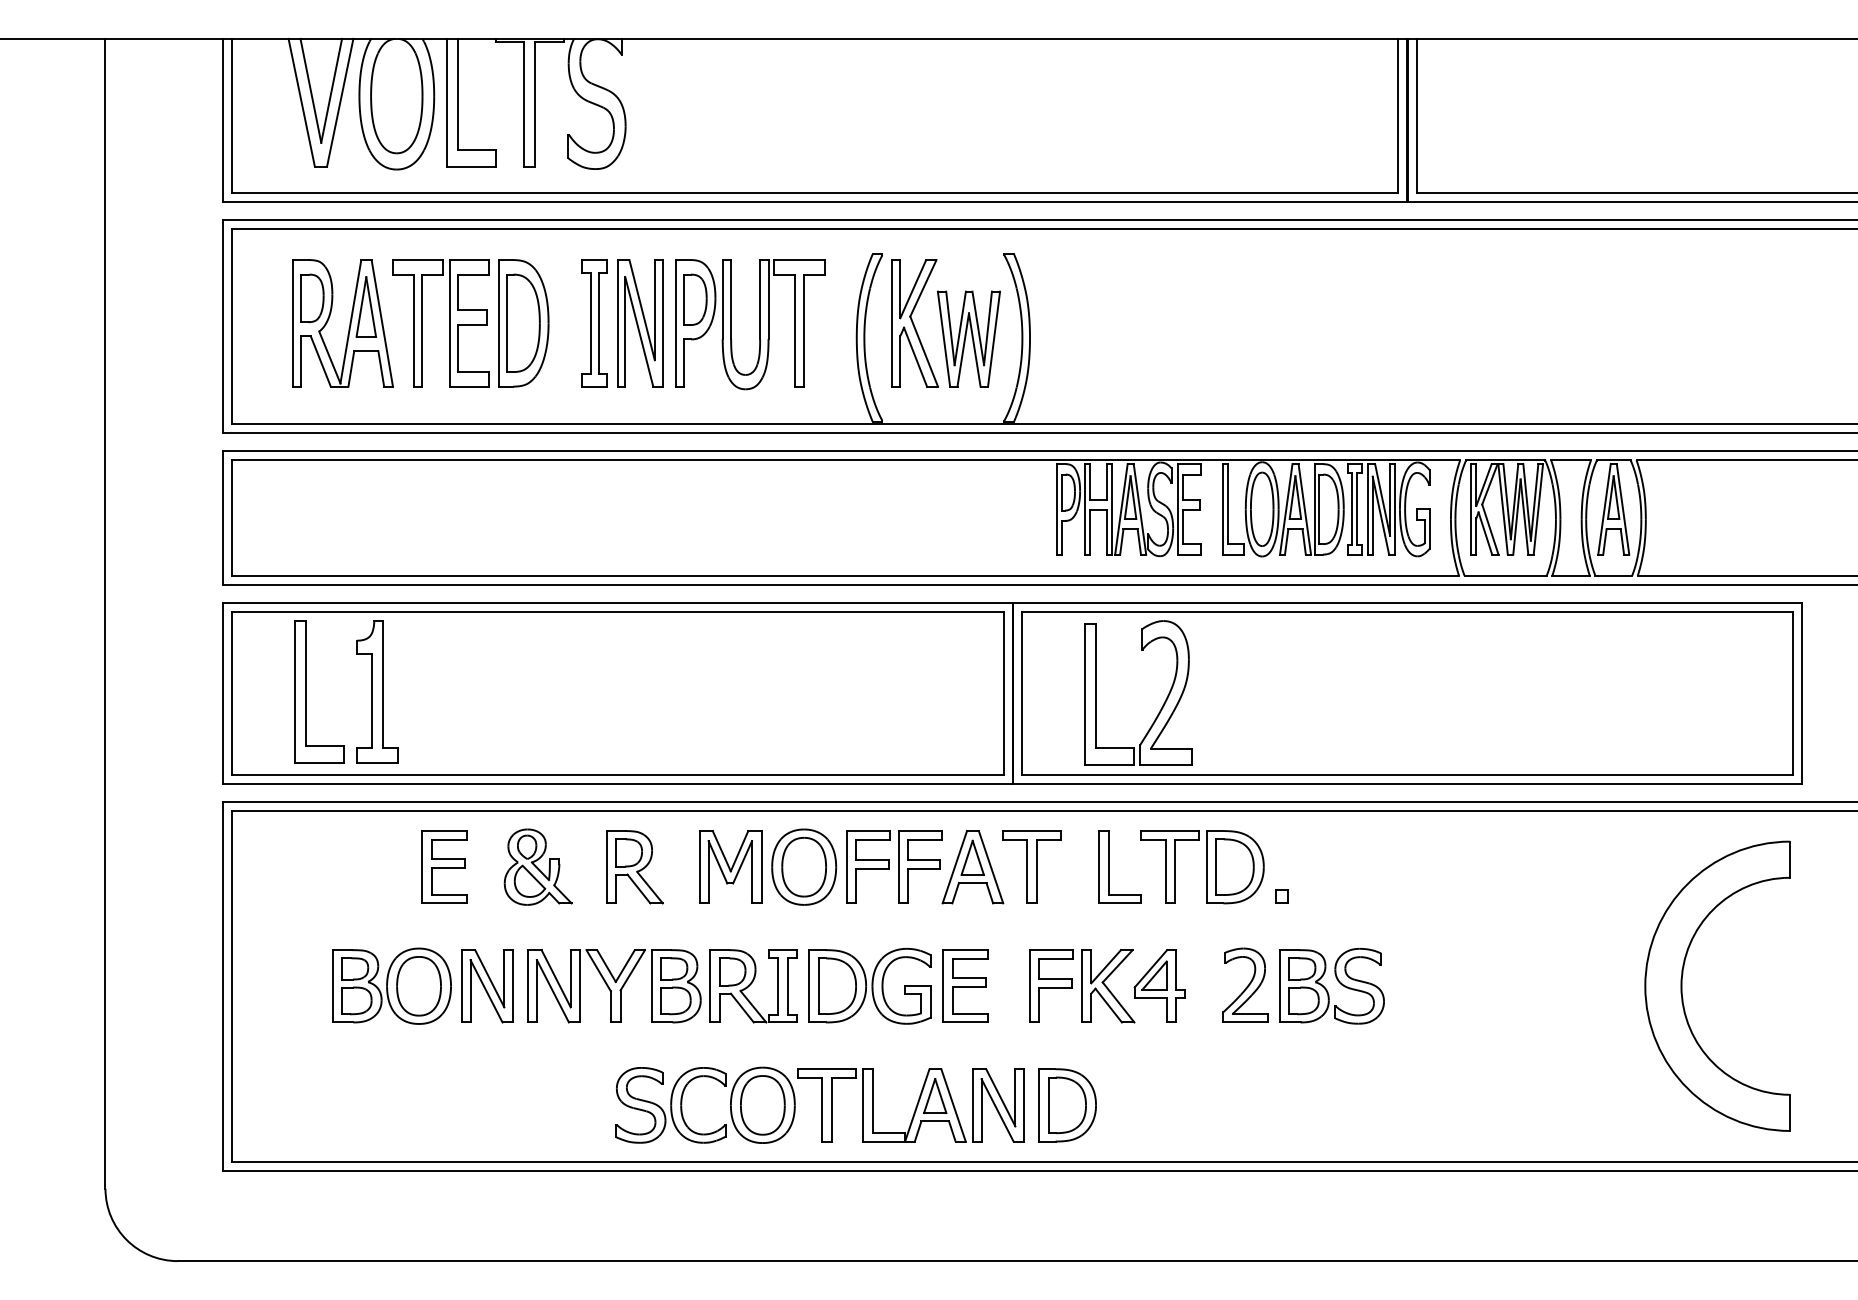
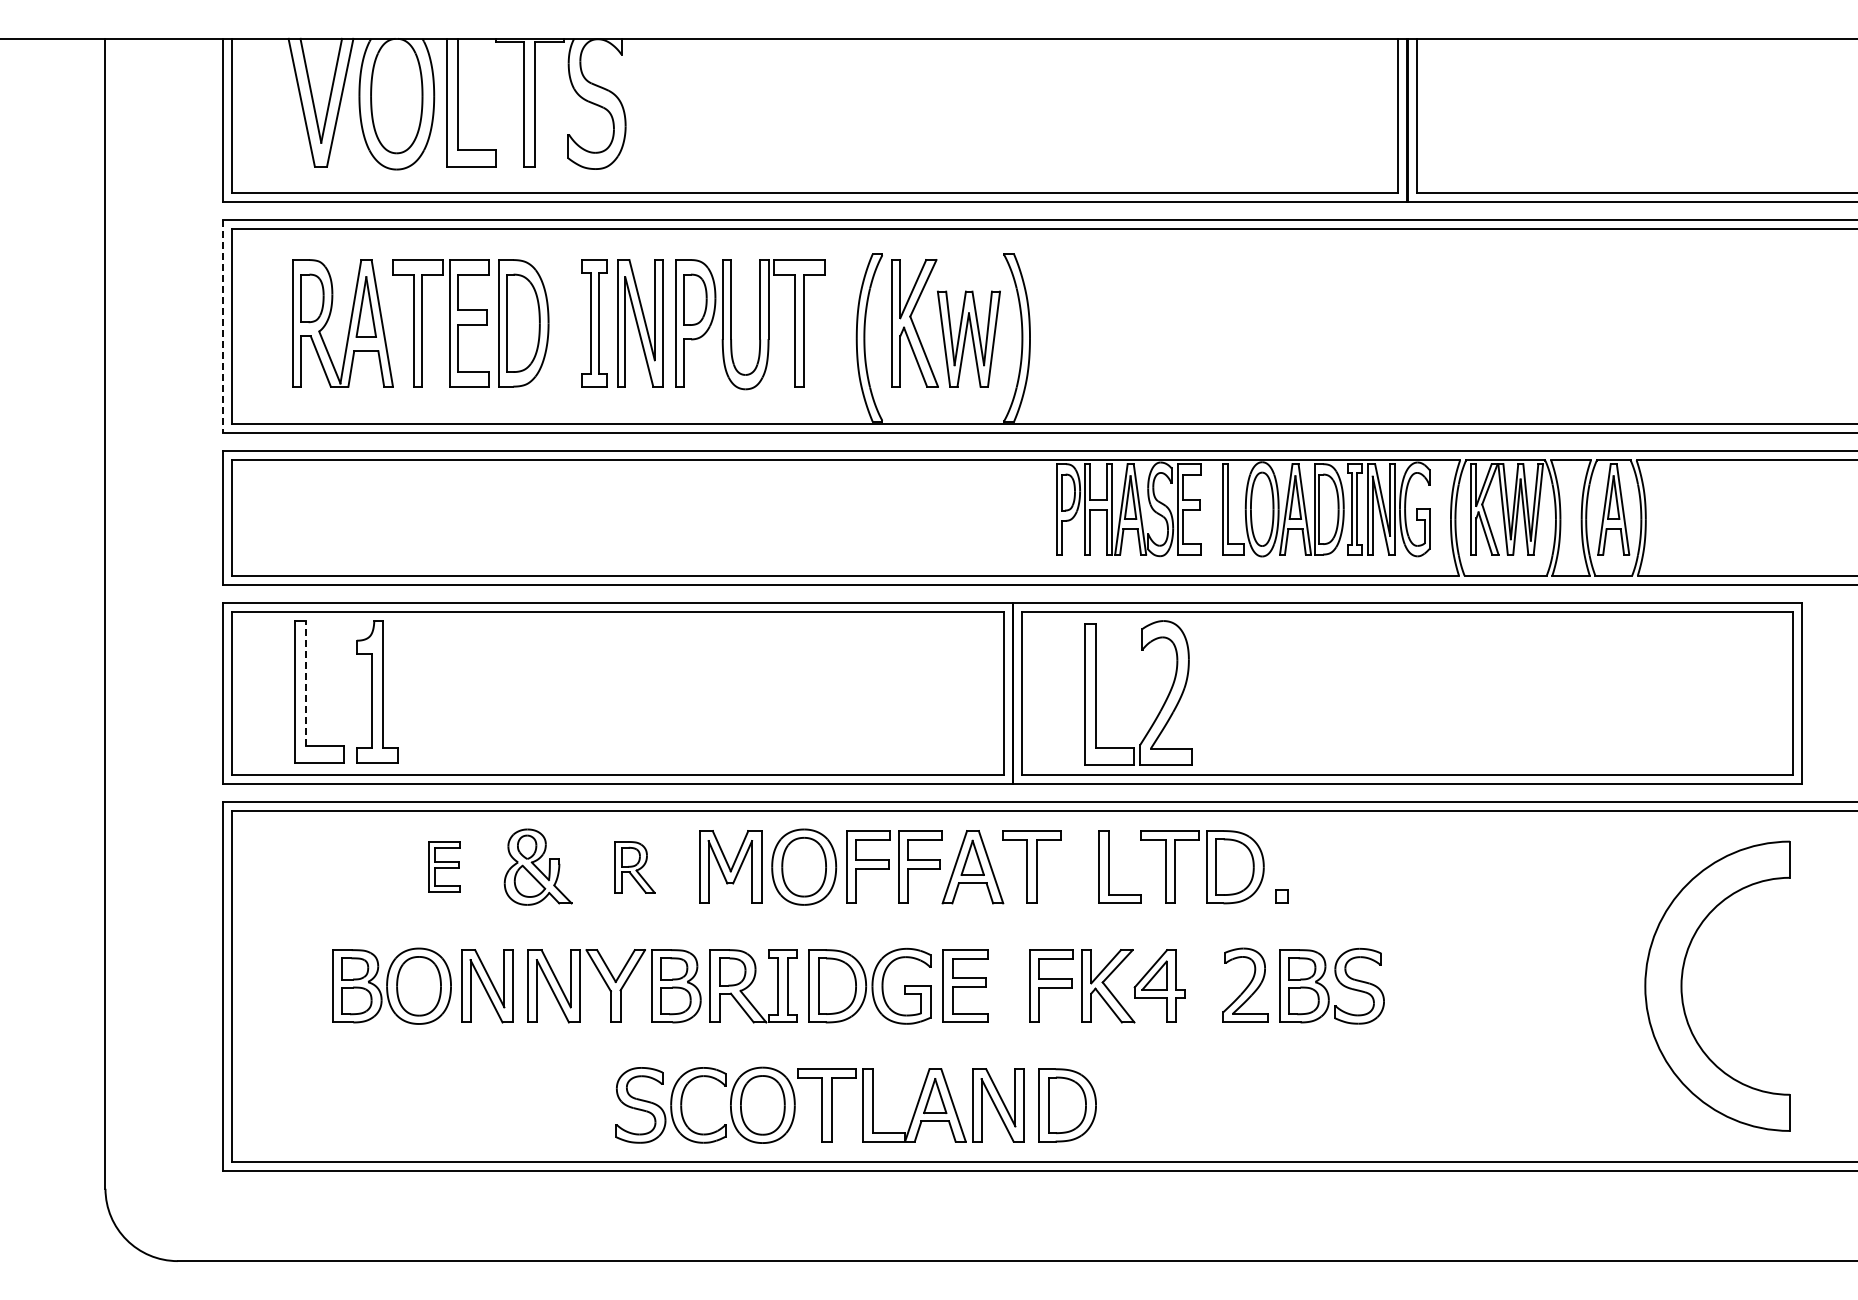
line at (223, 326): solid -> dashed
line at (306, 683): solid -> dashed
part at (444, 866) size: 47x74 px -> 33x52 px
part at (634, 867) size: 58x75 px -> 42x53 px
